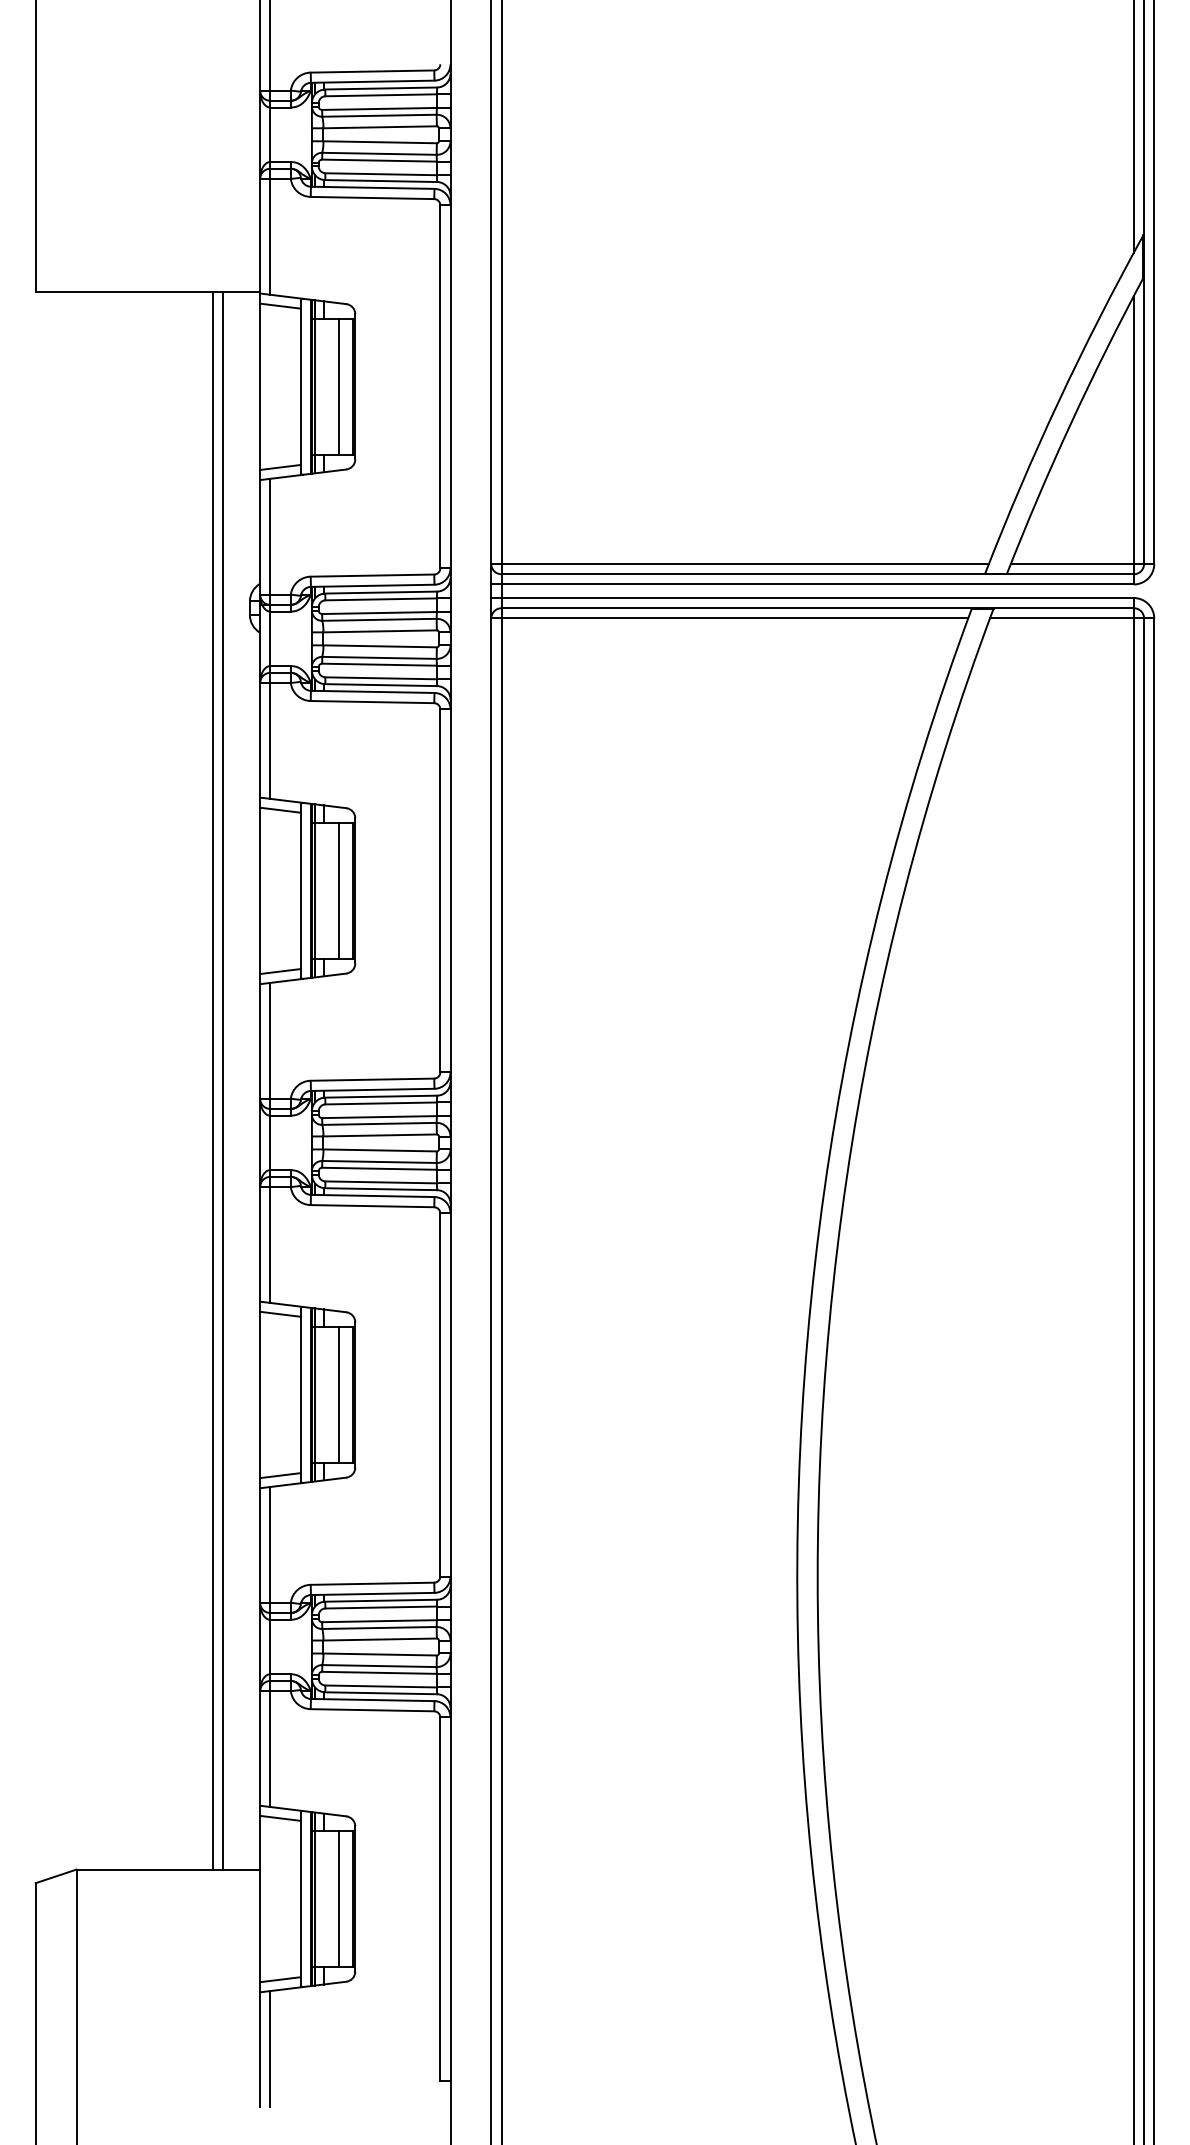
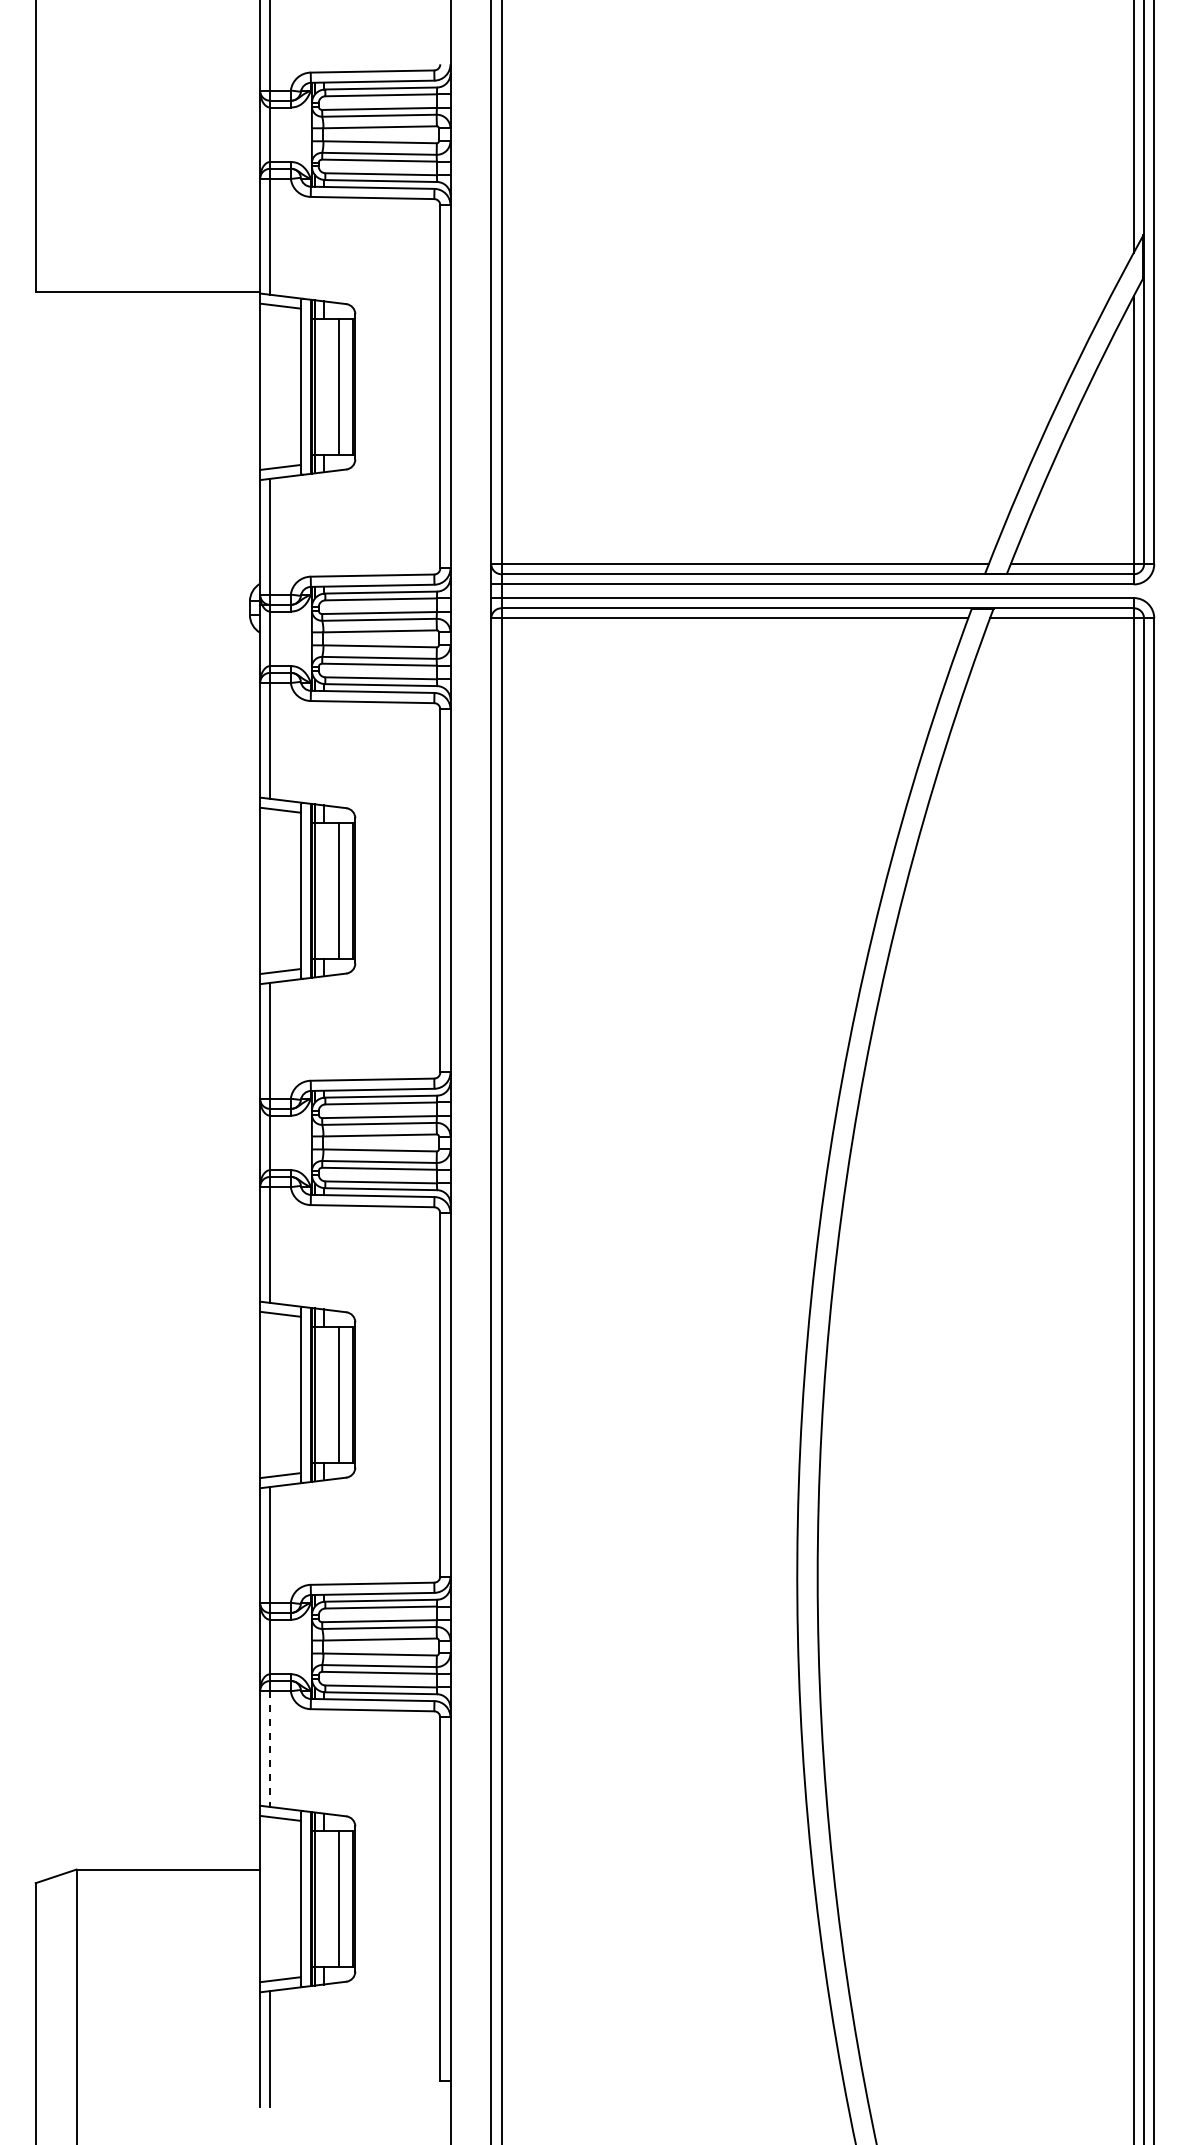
line at (212, 1080): present -> none
line at (222, 1080): present -> none
line at (270, 1749): solid -> dashed
